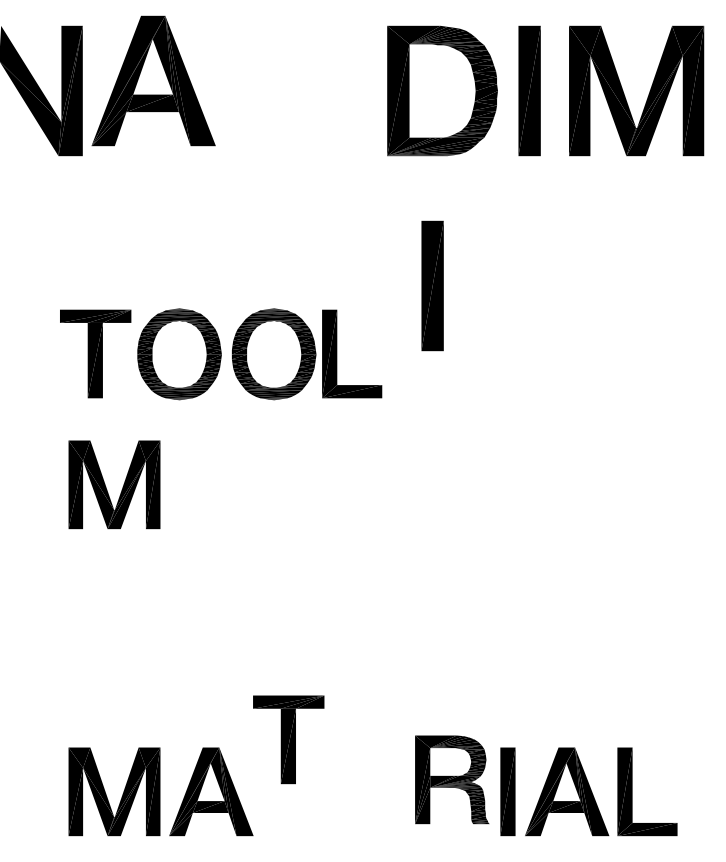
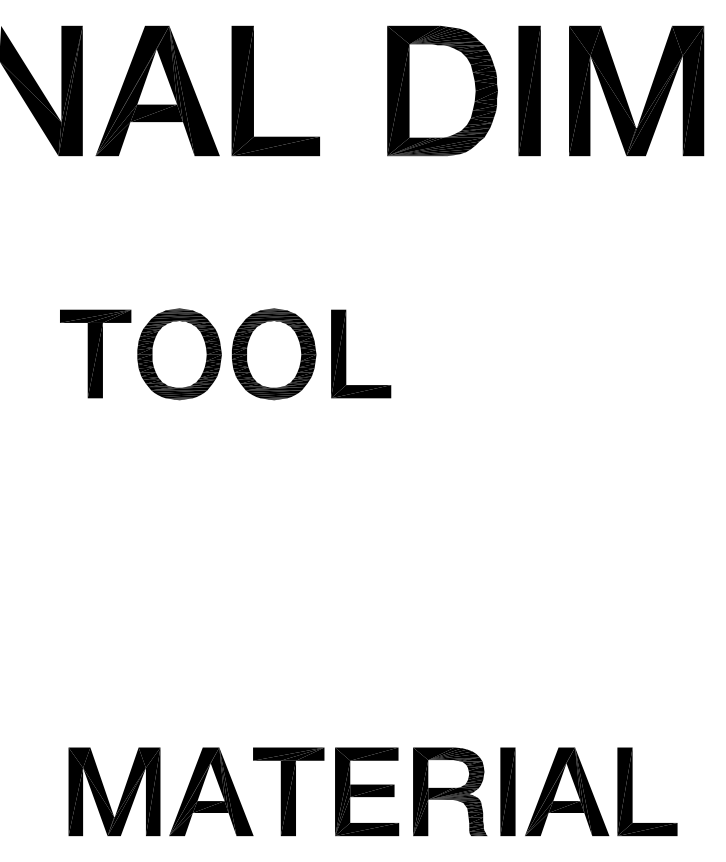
part at (153, 80) position: (153, 80) -> (157, 90)
part at (253, 90): none -> present
part at (432, 285): present -> none
part at (337, 353) position: (337, 353) -> (346, 353)
part at (106, 486): present -> none
part at (288, 739) position: (288, 739) -> (288, 791)
part at (452, 779) position: (452, 779) -> (450, 791)
part at (367, 791): none -> present
